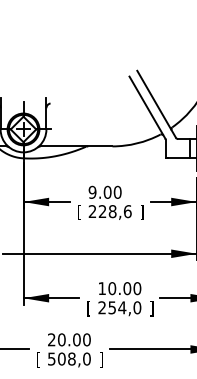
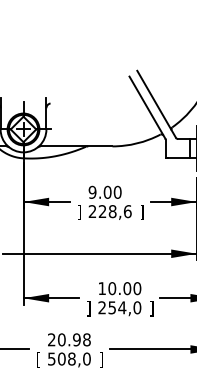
text at (79, 212): [ -> ]
text at (88, 308): [ -> ]
text at (81, 339): 20.00 -> 20.98
